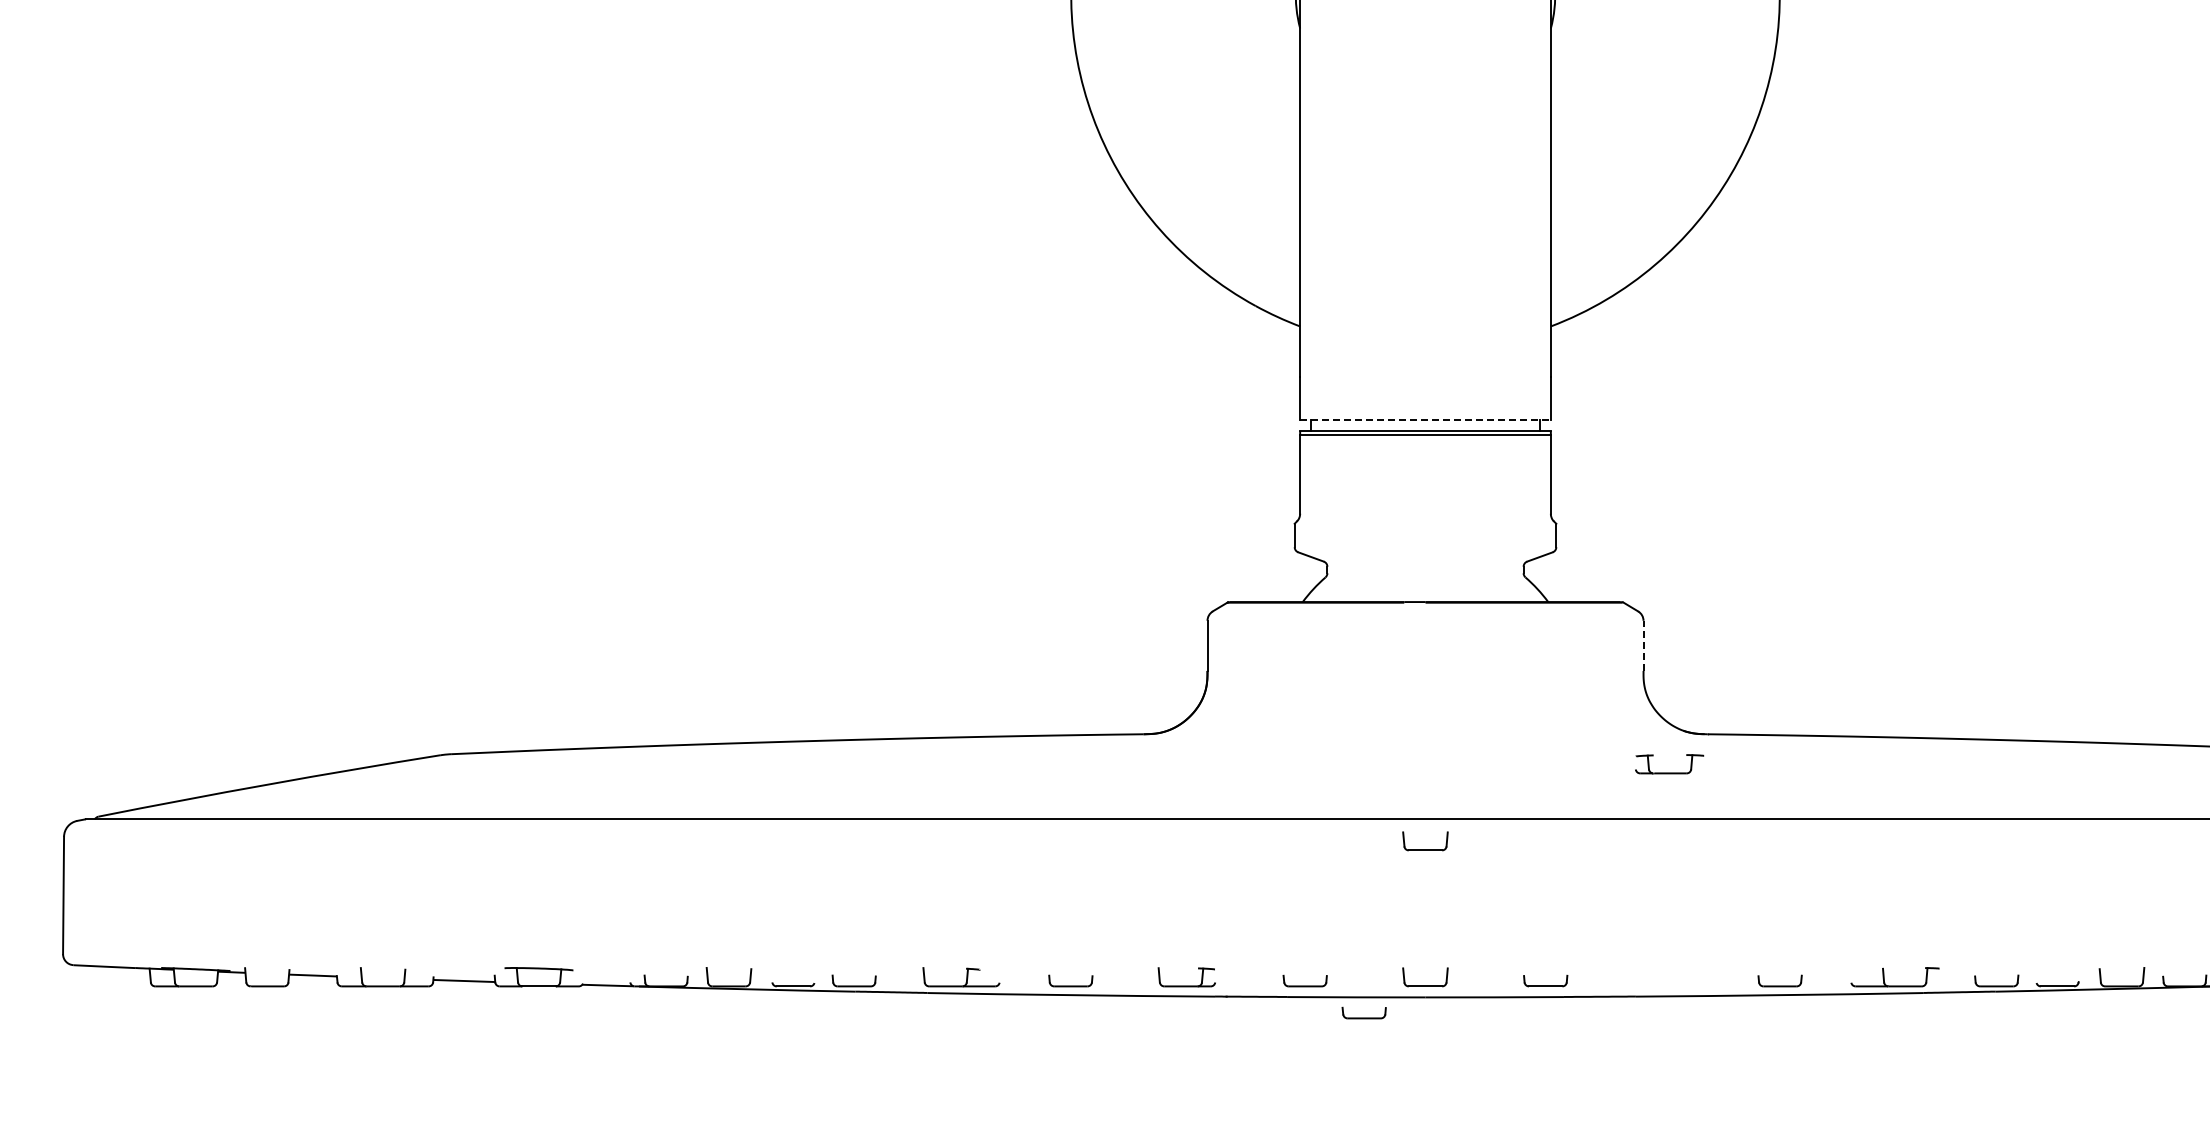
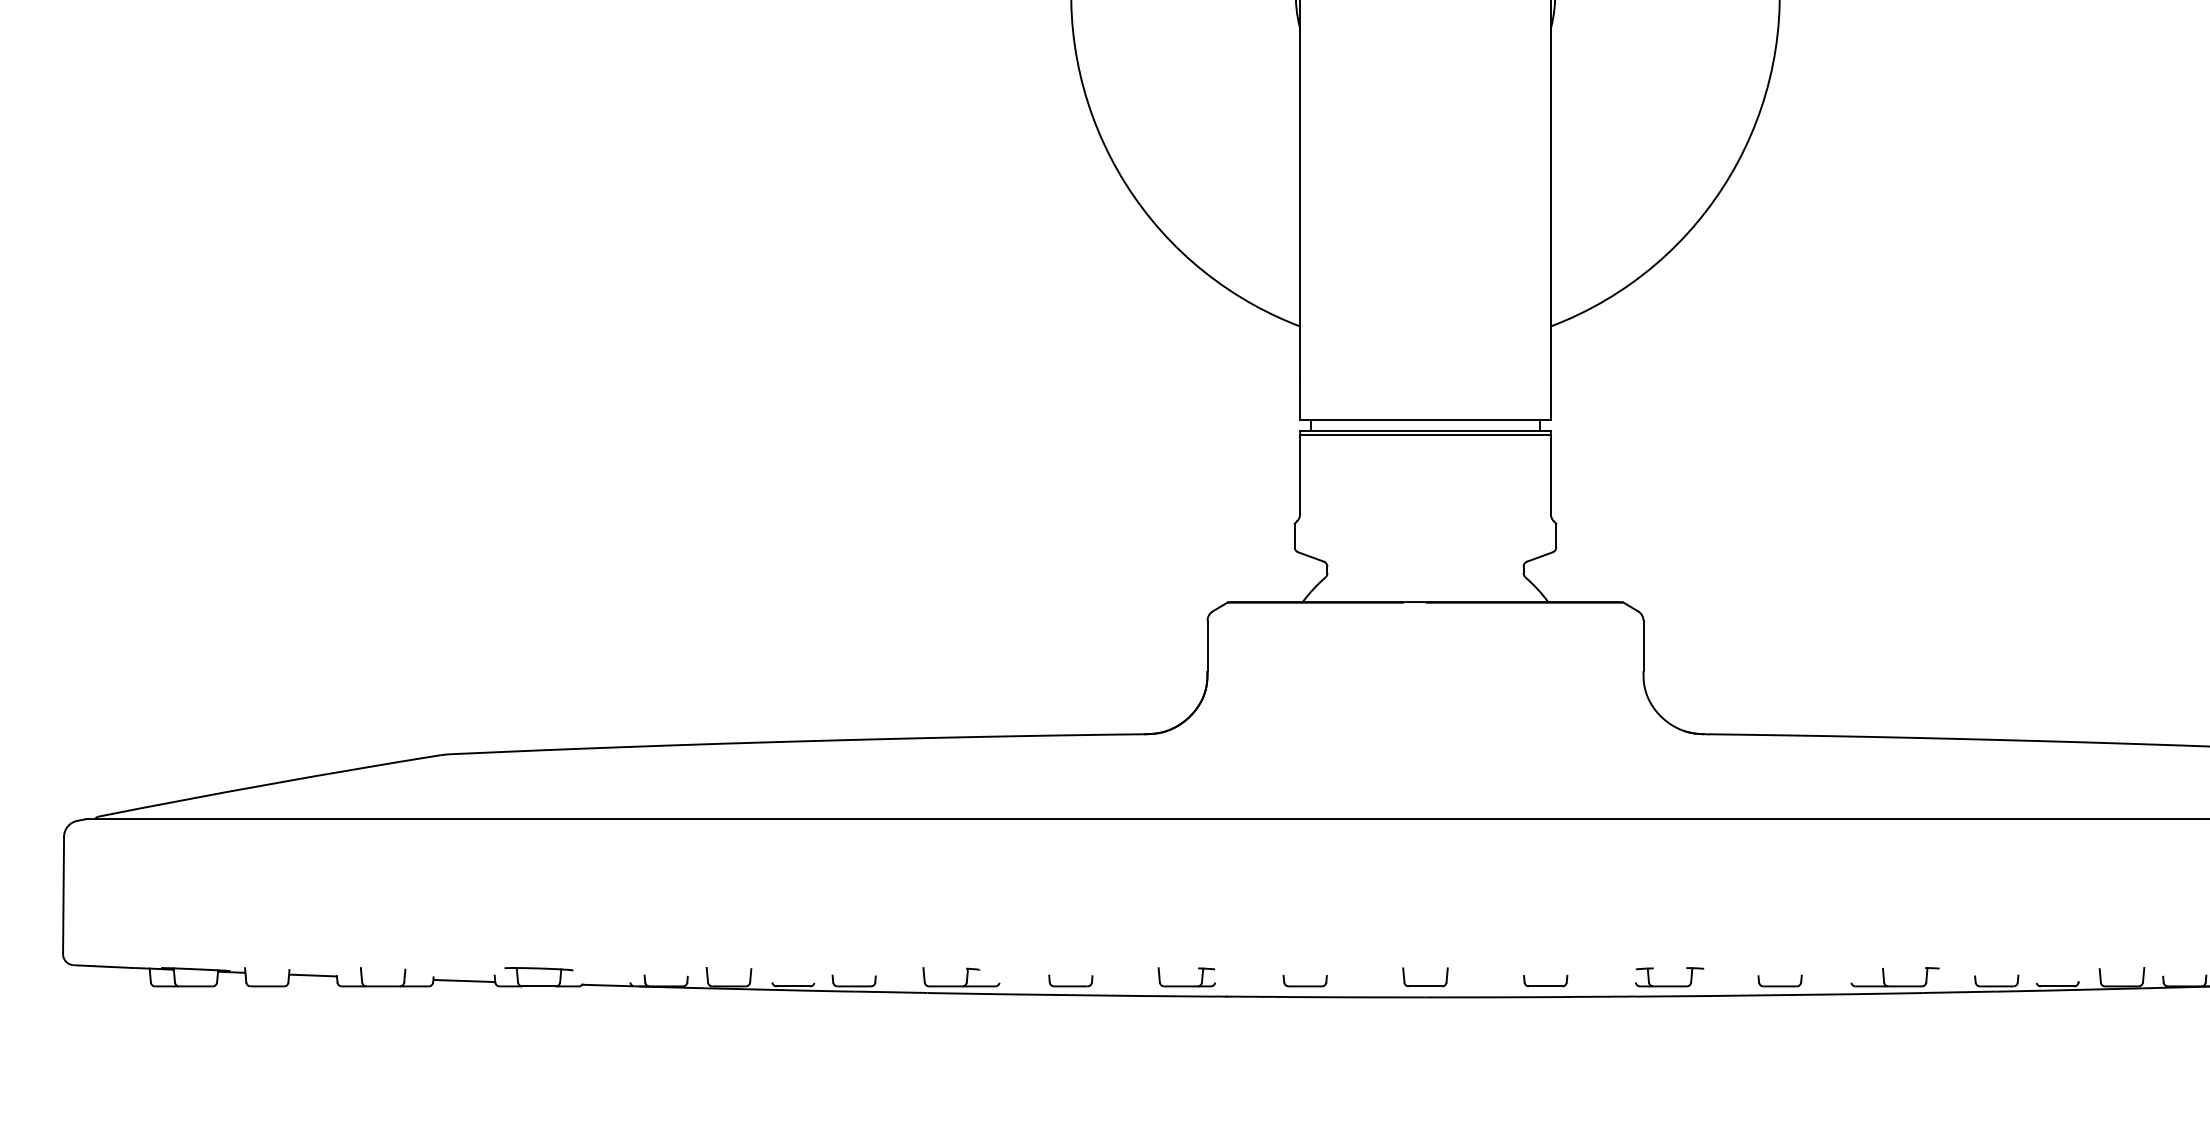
line at (1426, 420): dashed -> solid
line at (1643, 645): dashed -> solid
part at (1669, 772) position: (1669, 772) -> (1669, 985)
part at (1425, 849): present -> none
part at (1363, 1012): present -> none
